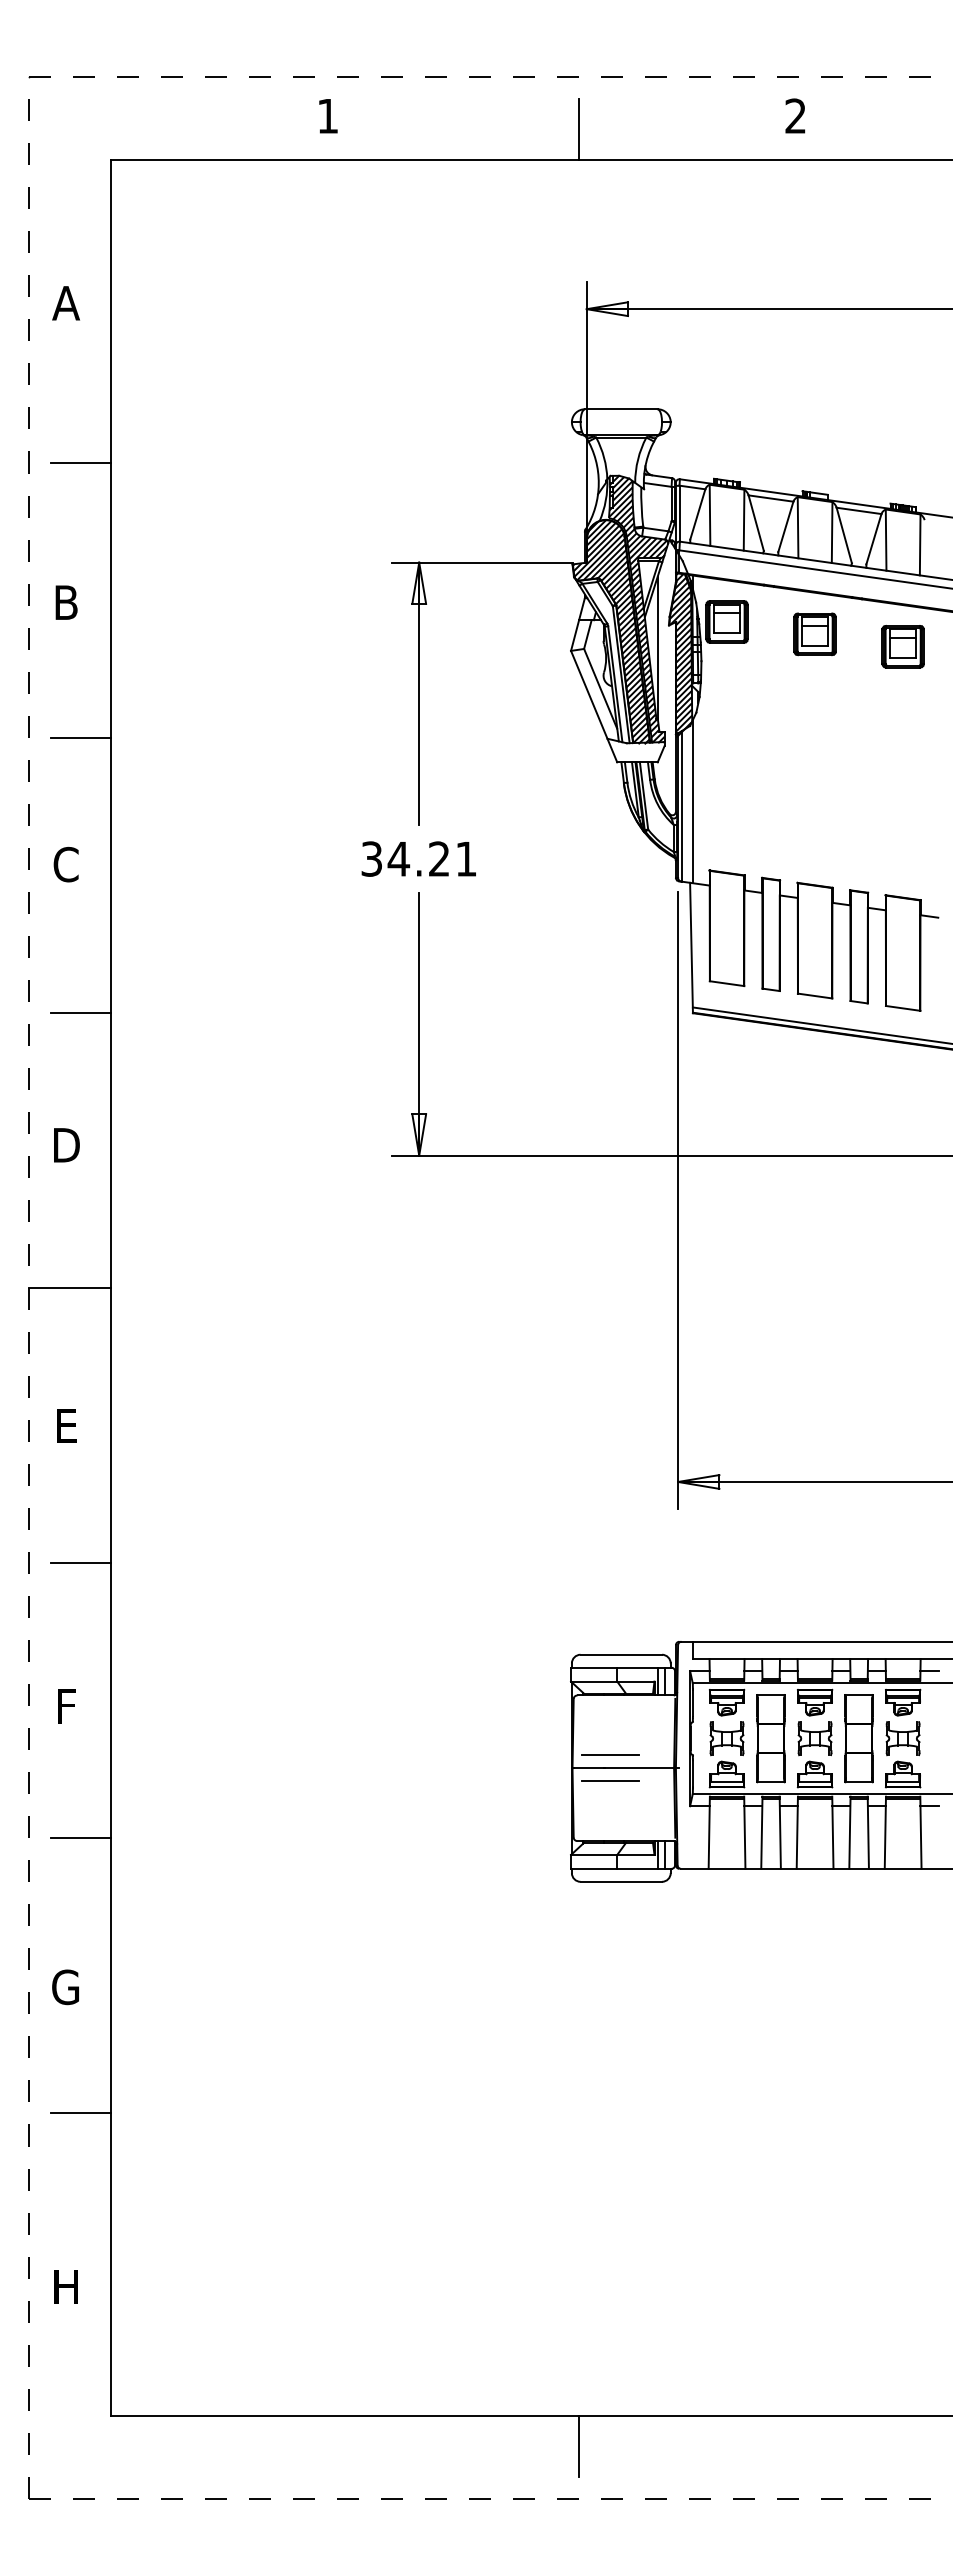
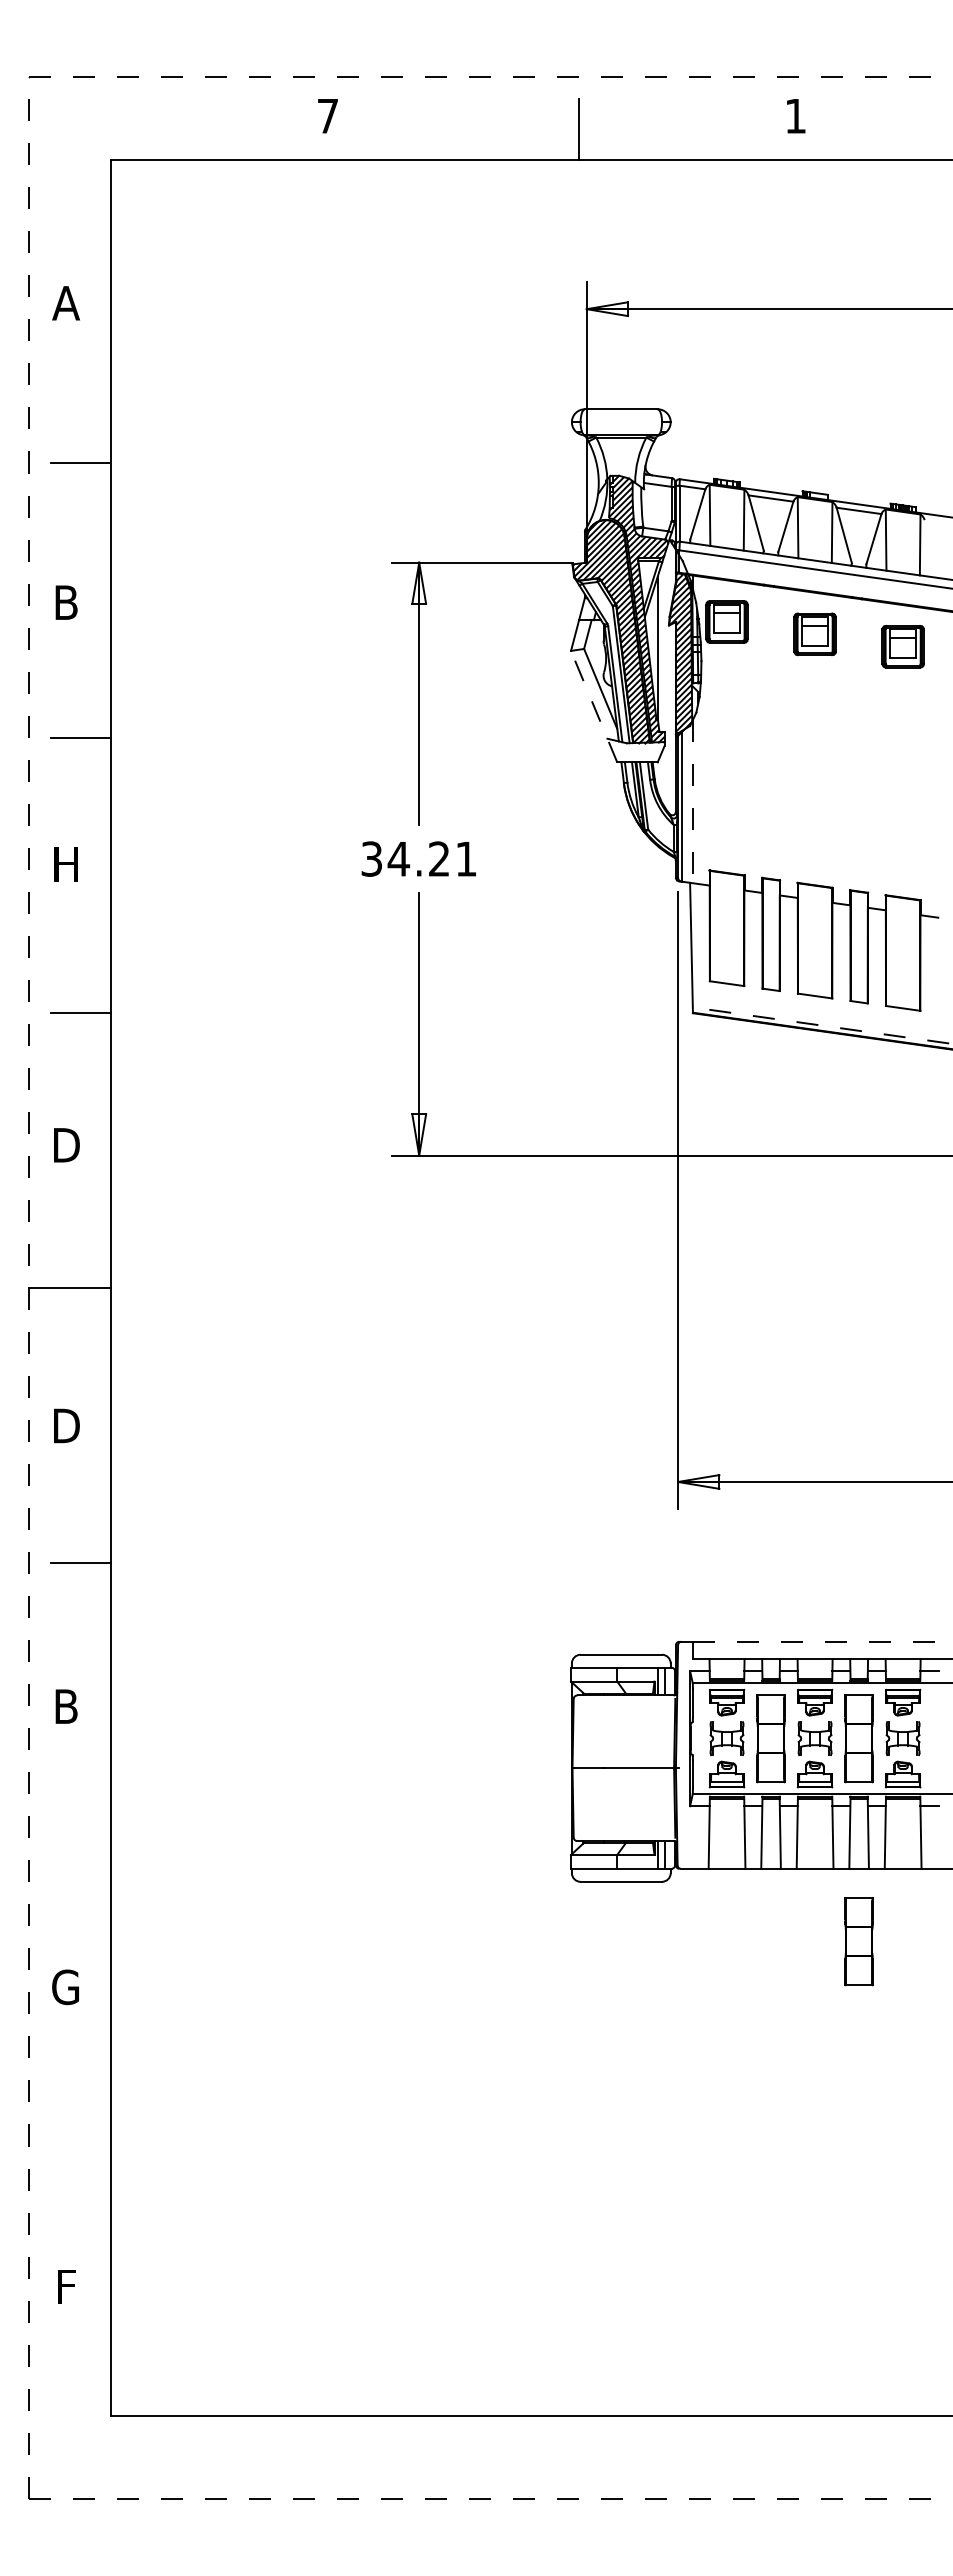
text at (795, 115): 2 -> 1
text at (327, 116): 1 -> 7
line at (593, 706): solid -> dashed
line at (693, 801): solid -> dashed
text at (65, 864): C -> H
line at (822, 1025): solid -> dashed
text at (66, 1425): E -> D
line at (822, 1641): solid -> dashed
text at (66, 1706): F -> B
line at (610, 1755): present -> none
line at (610, 1780): present -> none
line at (80, 1838): present -> none
part at (858, 1941): none -> present
line at (80, 2113): present -> none
text at (65, 2286): H -> F
line at (579, 2446): present -> none
